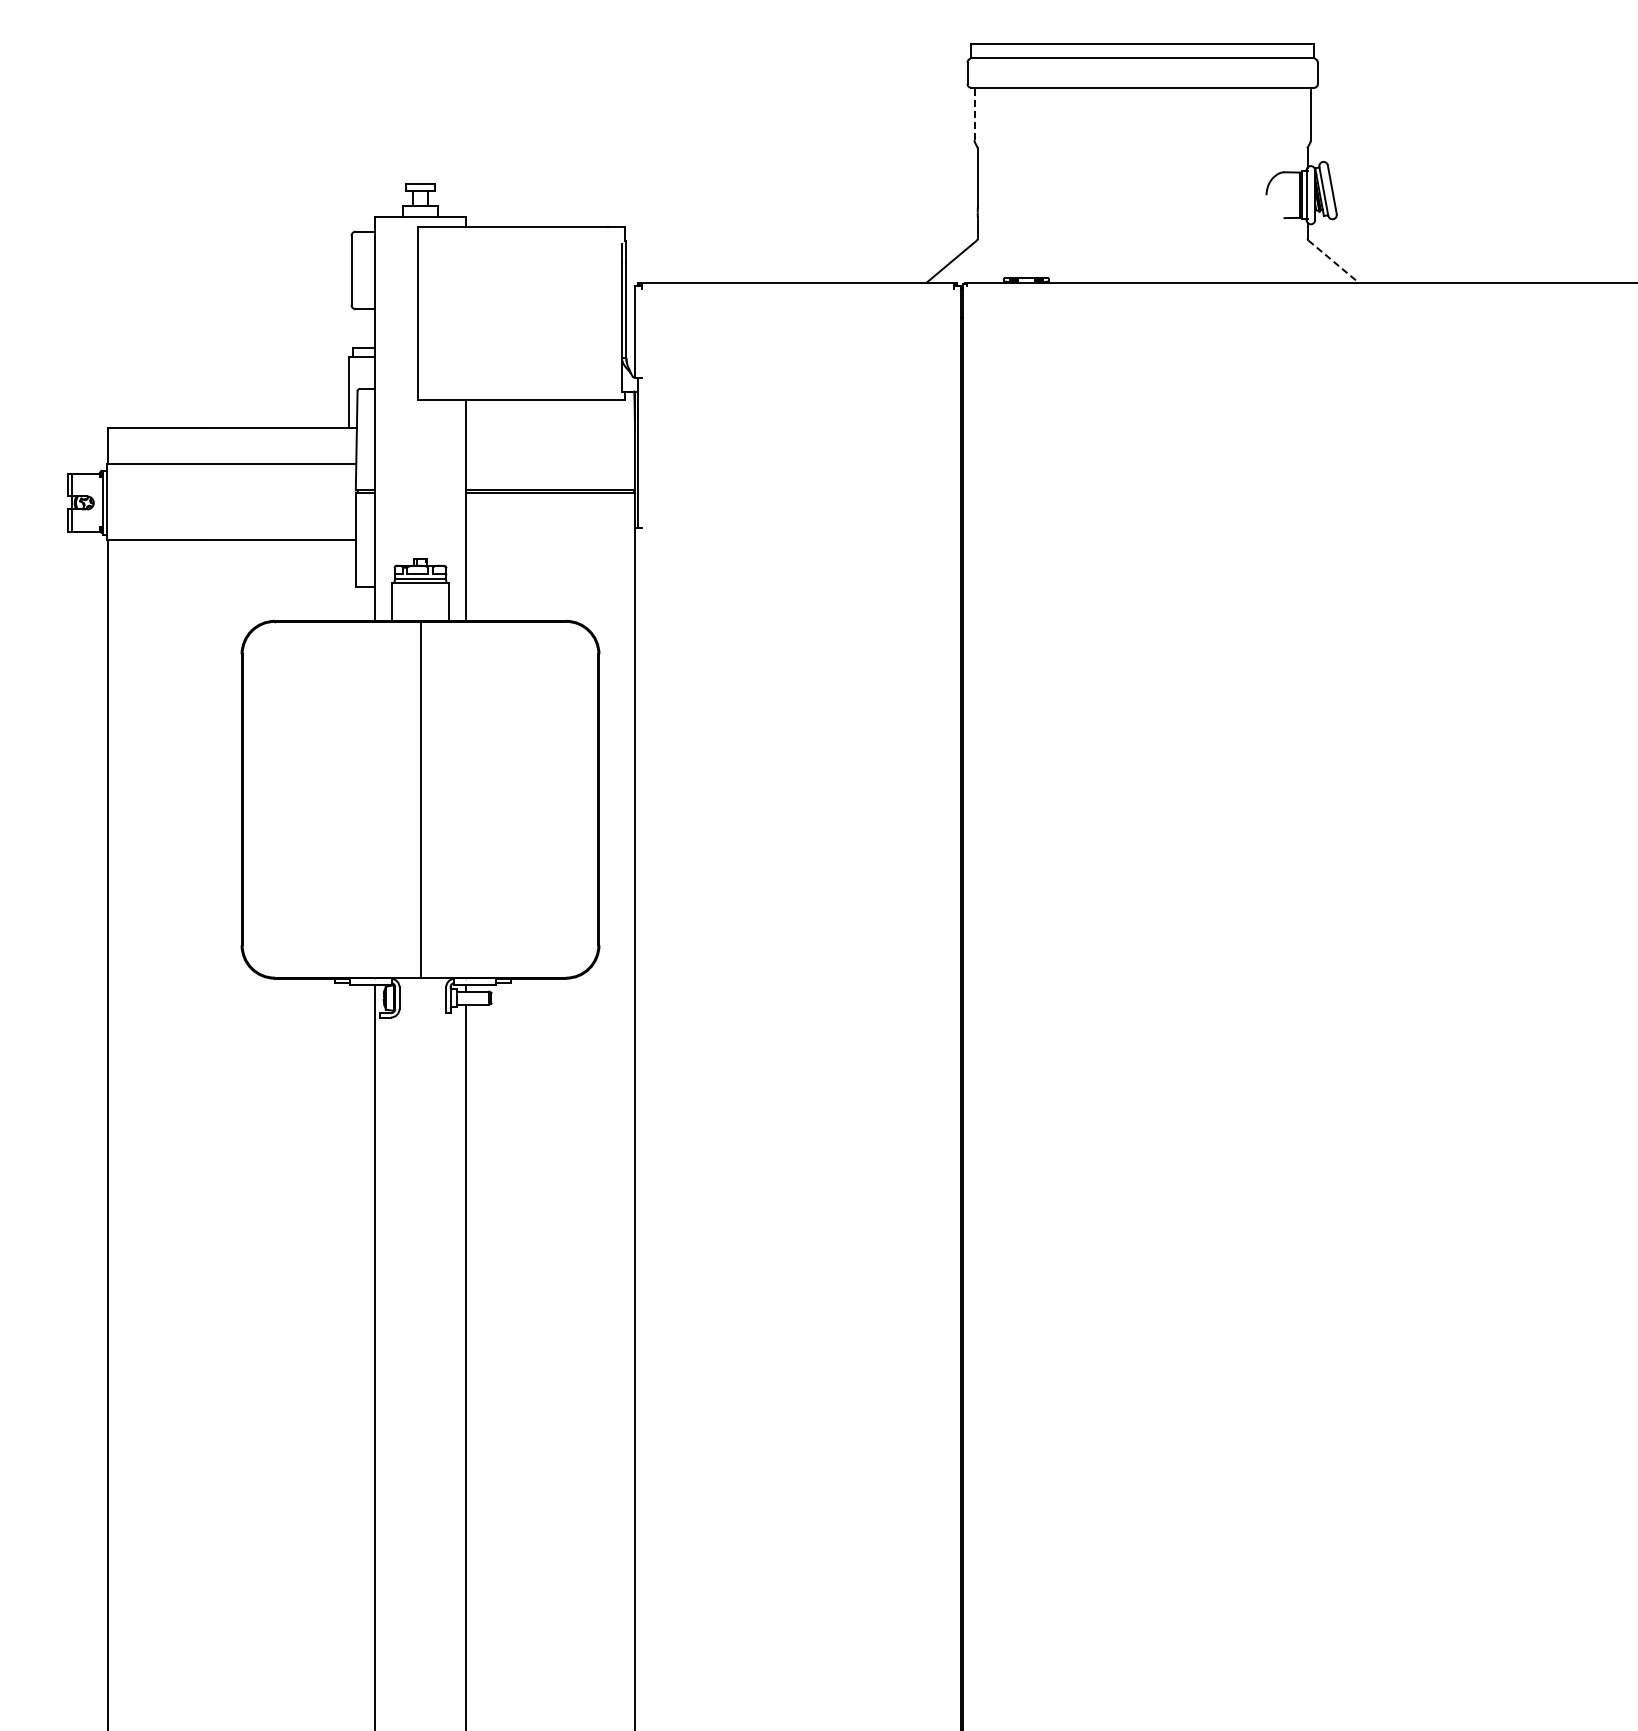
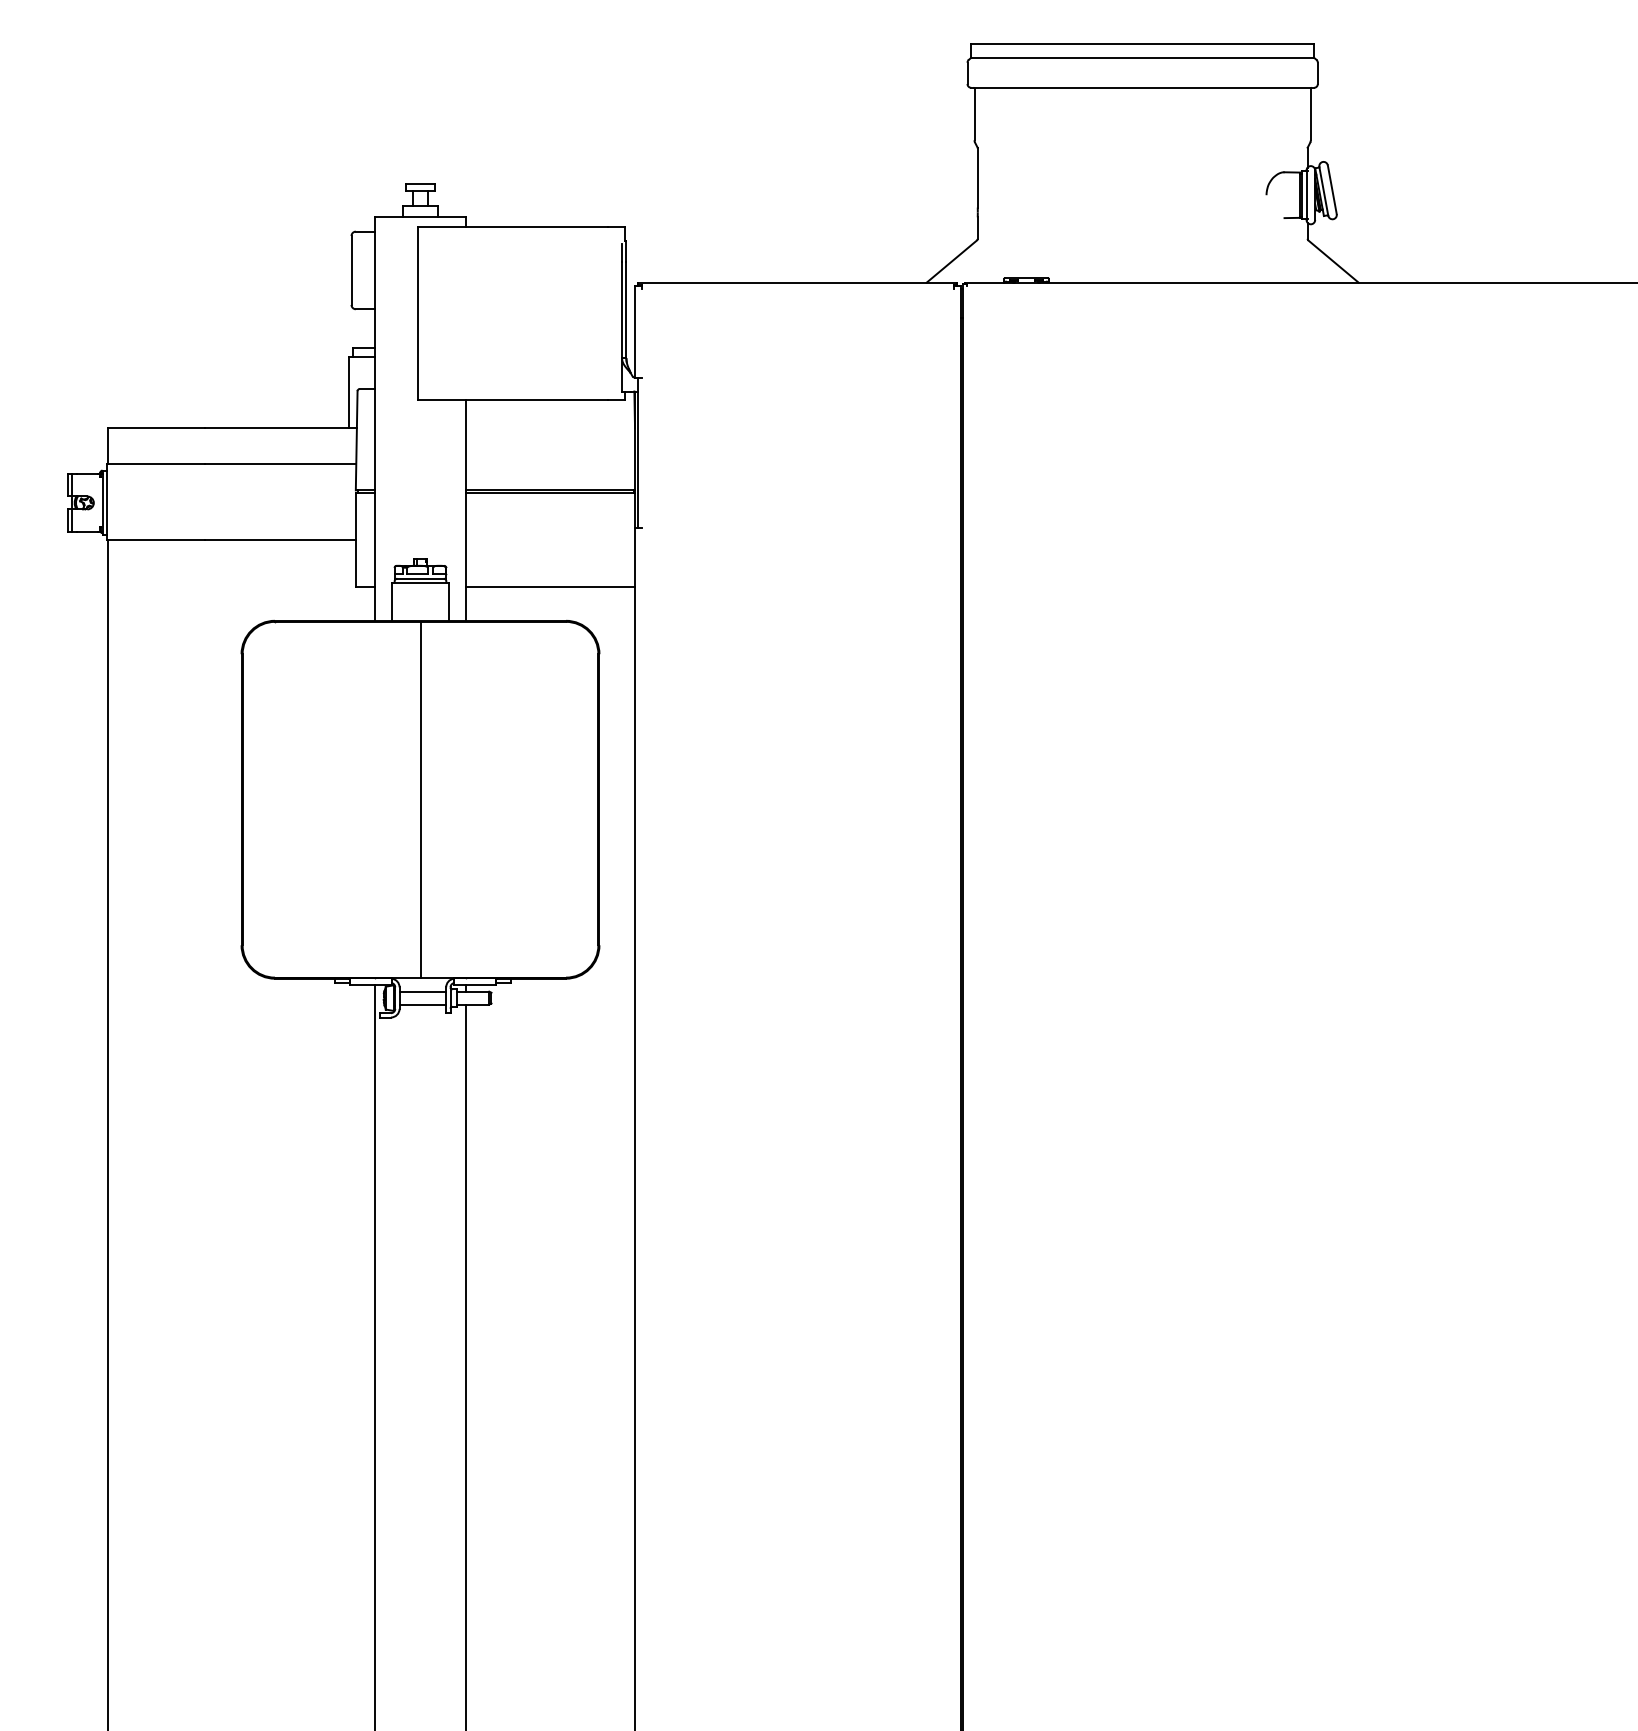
line at (974, 114): dashed -> solid
line at (1333, 261): dashed -> solid
line at (550, 587): none -> present
line at (422, 991): none -> present
line at (422, 1004): none -> present
